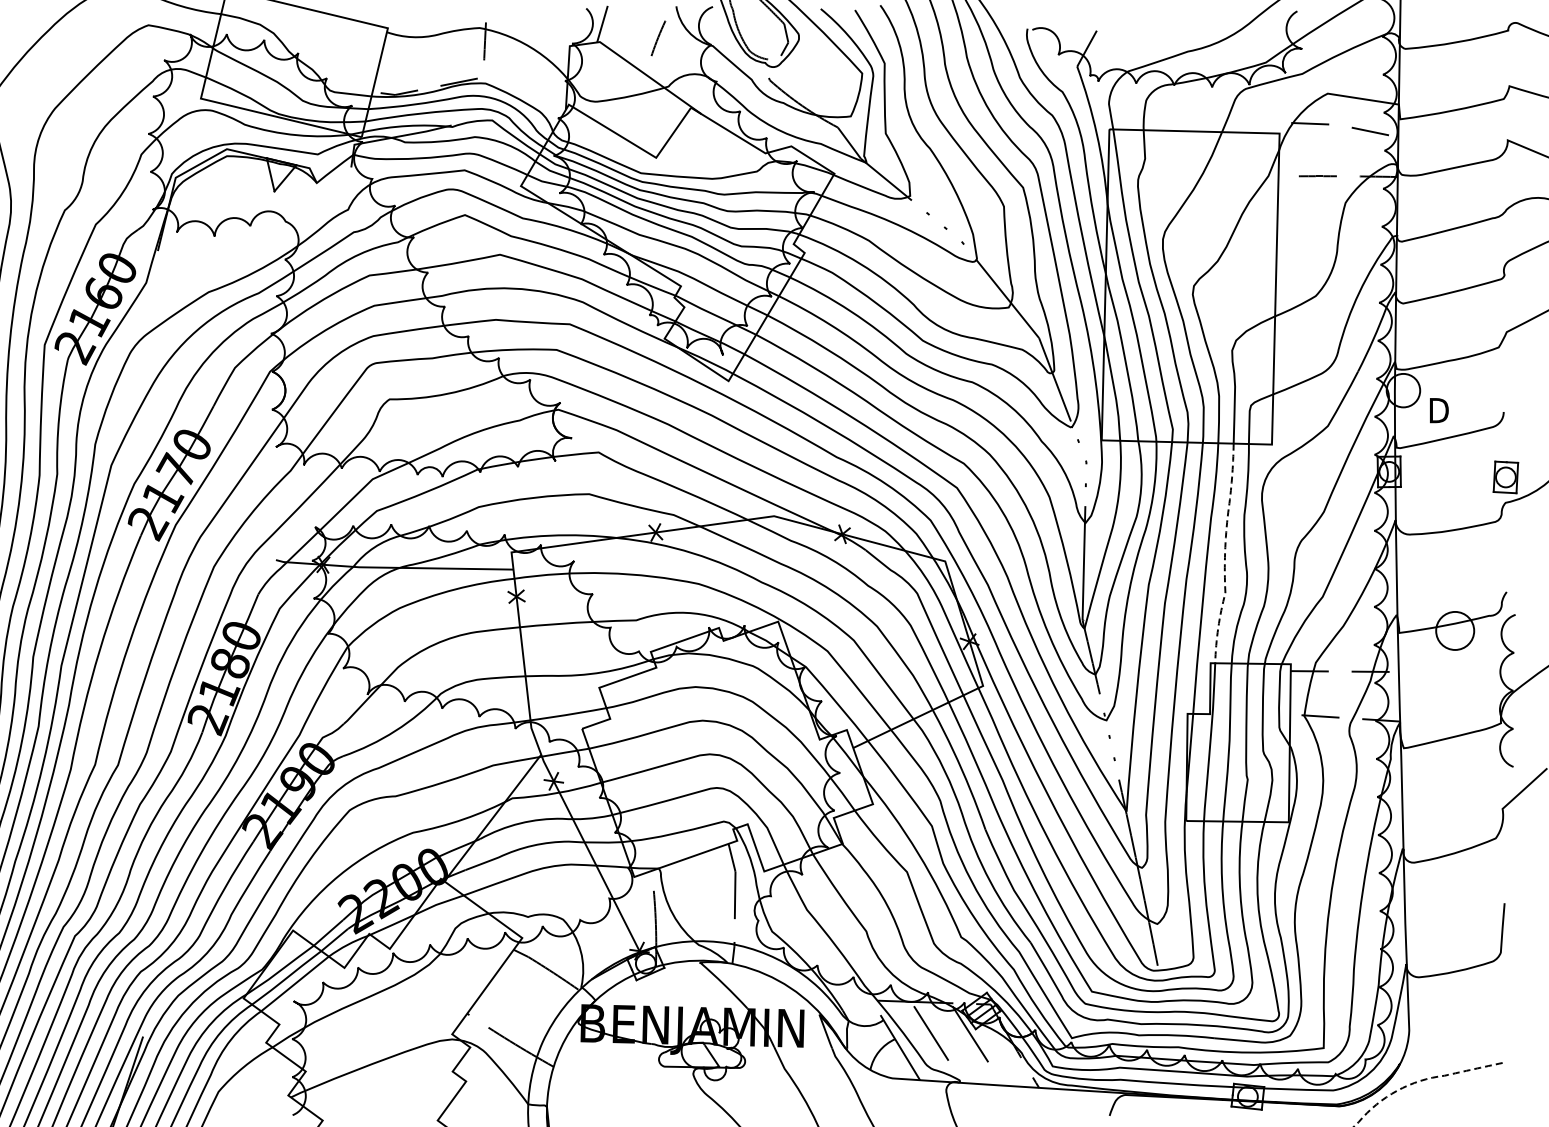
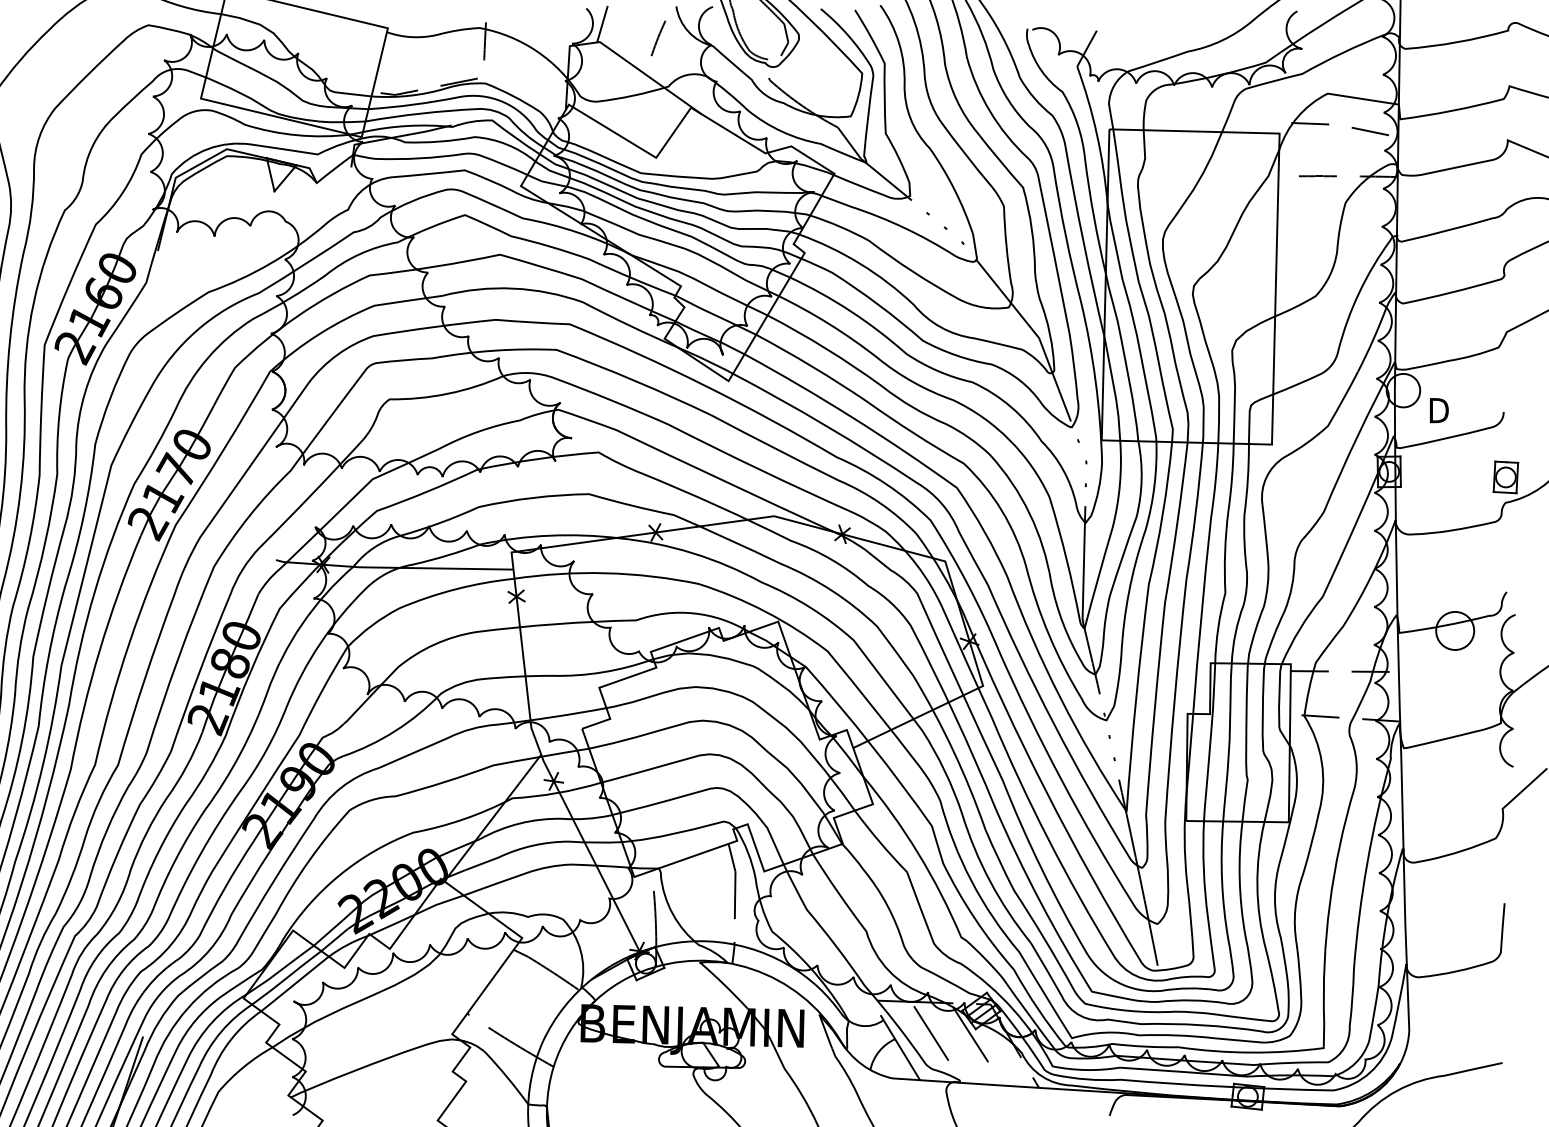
line at (1225, 552): dashed -> solid
line at (1420, 1081): dashed -> solid
